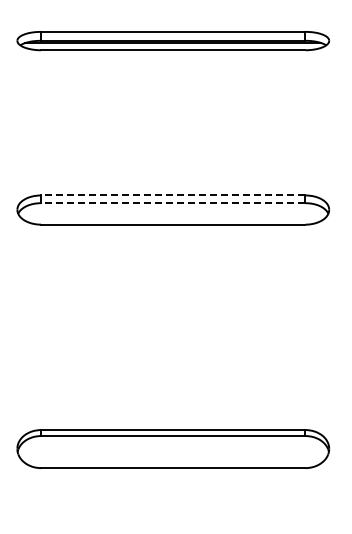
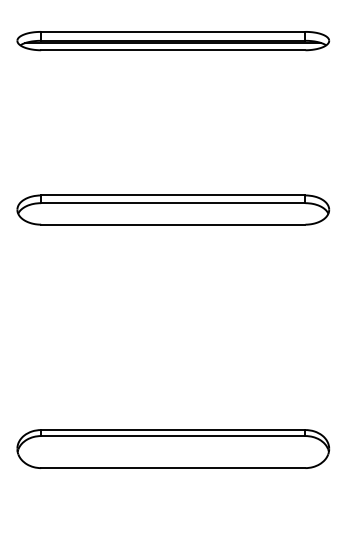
line at (172, 195): dashed -> solid
line at (172, 203): dashed -> solid
